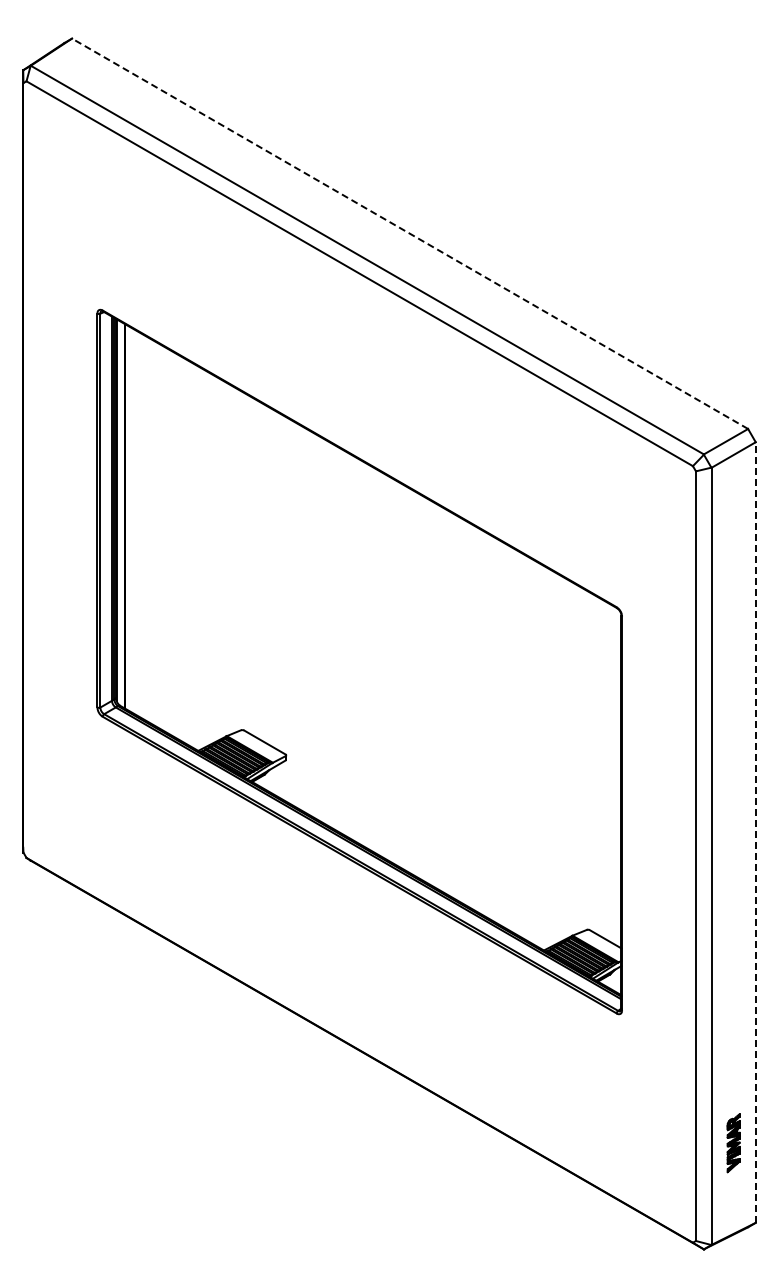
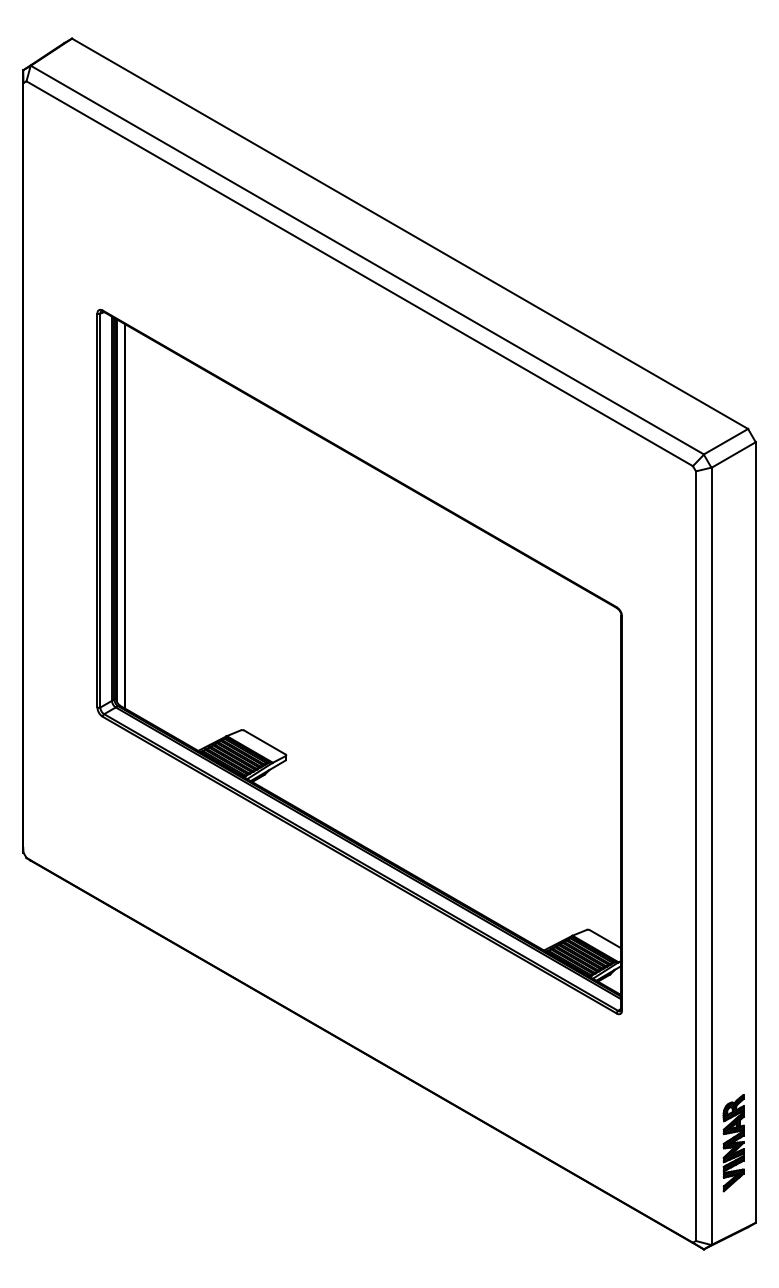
line at (409, 233): dashed -> solid
line at (755, 832): dashed -> solid
part at (733, 1143) size: 15x61 px -> 23x99 px
